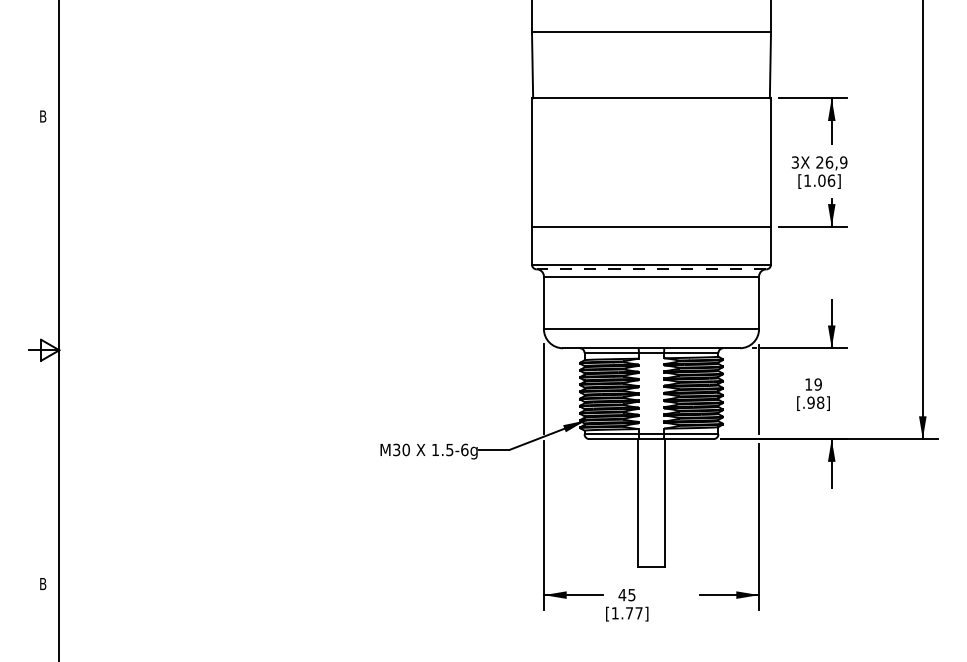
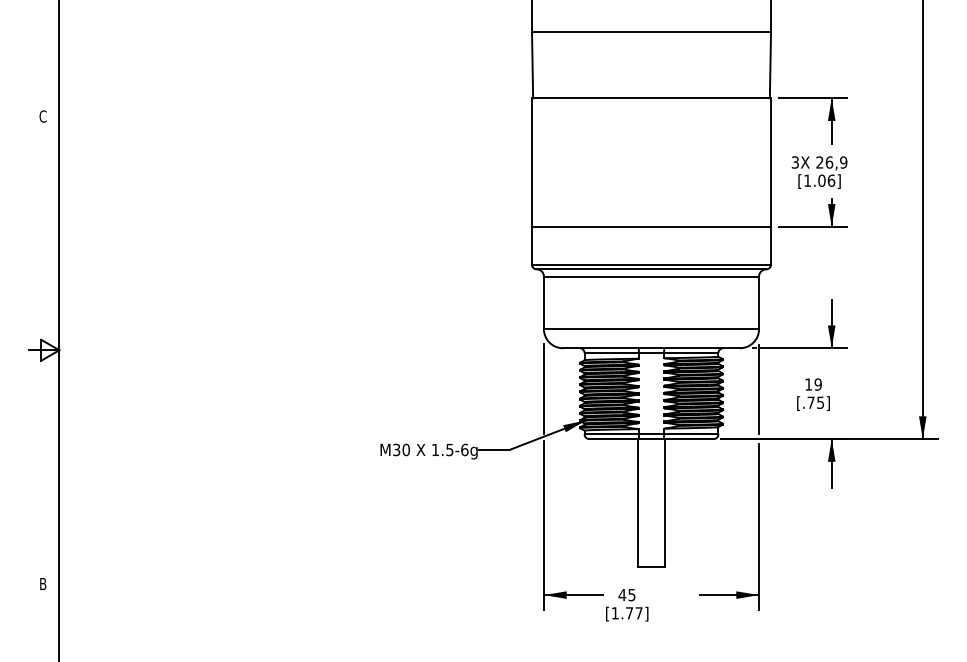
text at (42, 116): B -> C
line at (651, 269): dashed -> solid
text at (815, 402): [.98] -> [.75]
